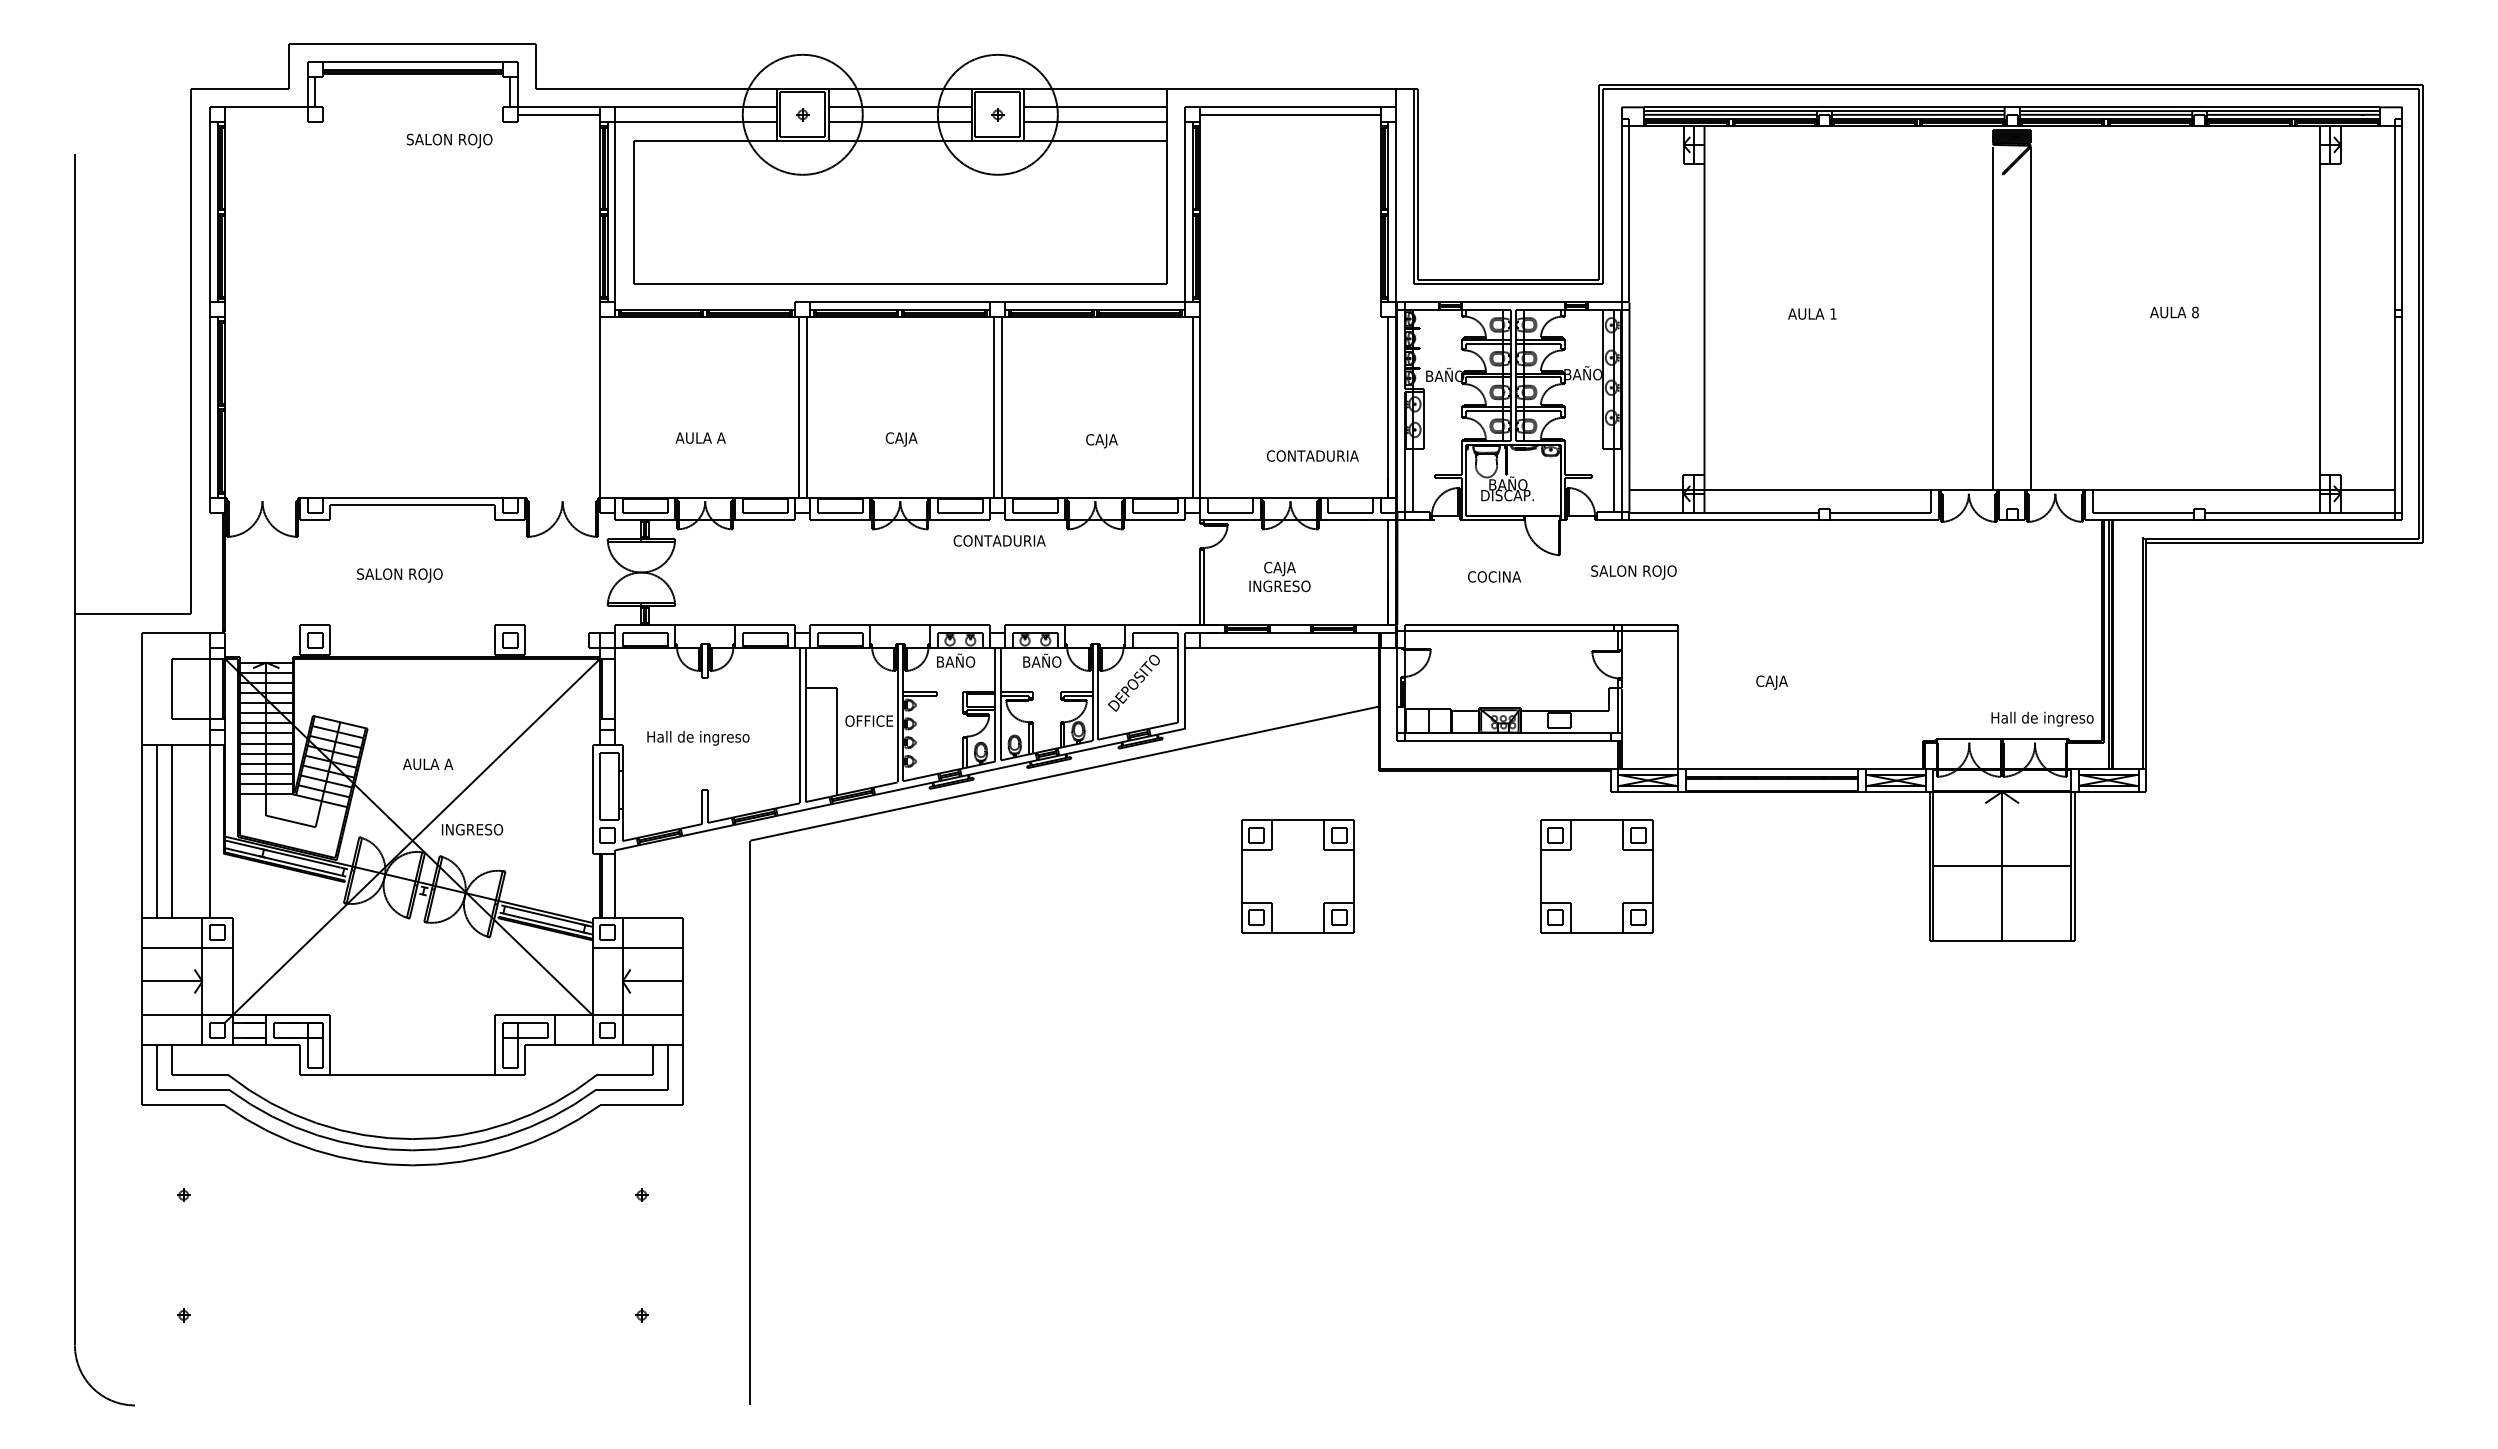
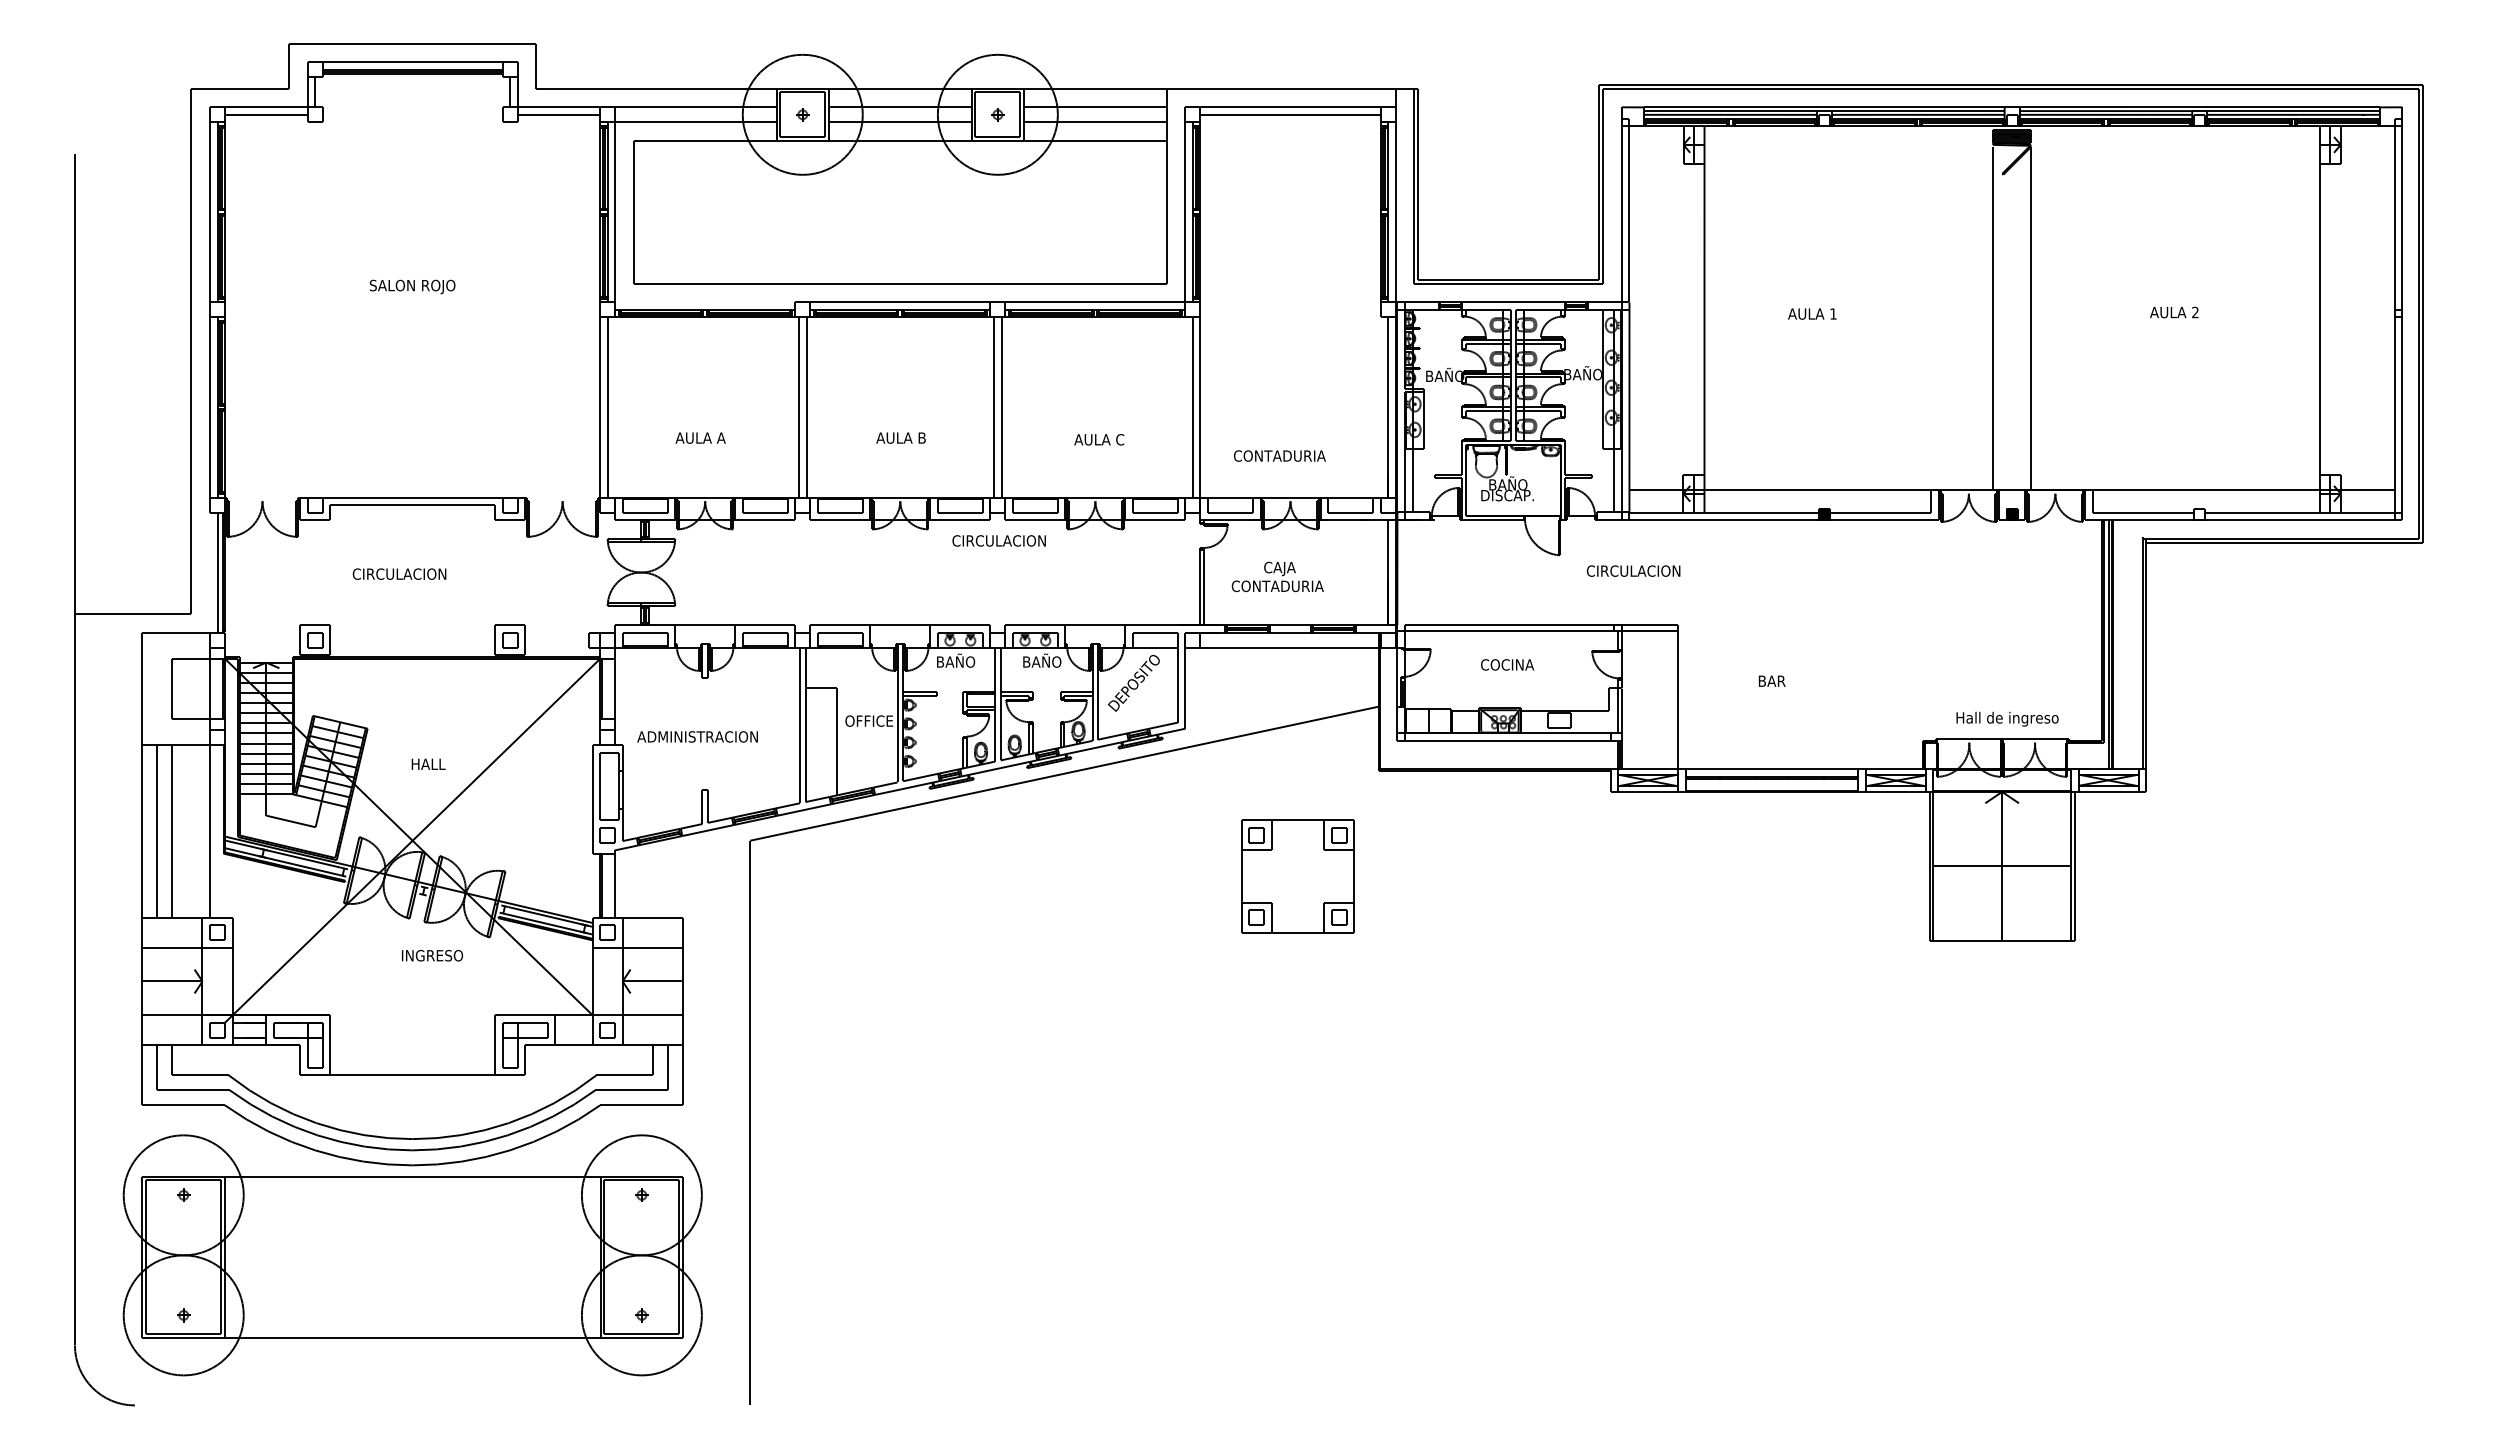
line at (266, 114): none -> present
text at (449, 140) position: (449, 140) -> (412, 286)
text at (2195, 312): 8 -> 2
line at (607, 407): none -> present
text at (900, 439): CAJA -> AULA B
text at (1099, 441): CAJA -> AULA C
text at (1312, 455) position: (1312, 455) -> (1279, 455)
hatch at (1824, 514): none -> present
hatch at (2011, 514): none -> present
text at (998, 540): CONTADURIA -> CIRCULACION
line at (217, 572): none -> present
text at (1633, 572): SALON ROJO -> CIRCULACION
text at (399, 575): SALON ROJO -> CIRCULACION
text at (1494, 576) position: (1494, 576) -> (1507, 664)
text at (1277, 586): INGRESO -> CONTADURIA
text at (1771, 682): CAJA -> BAR
text at (2042, 718) position: (2042, 718) -> (2007, 718)
text at (697, 737): Hall de ingreso -> ADMINISTRACION
text at (428, 764): AULA A -> HALL
text at (472, 829) position: (472, 829) -> (432, 955)
part at (1596, 876): present -> none
part at (412, 1255): none -> present
